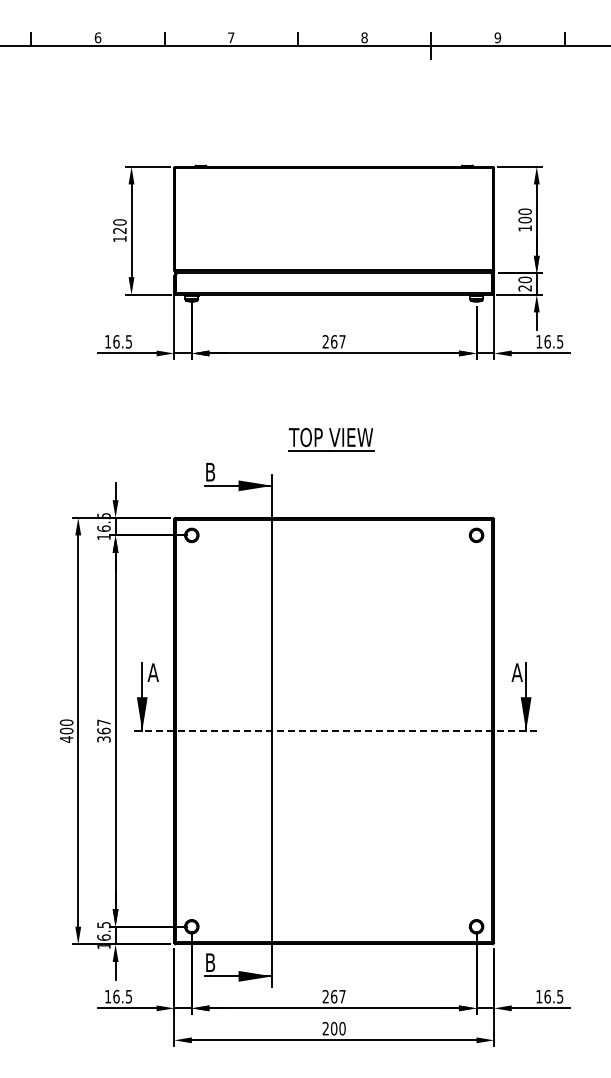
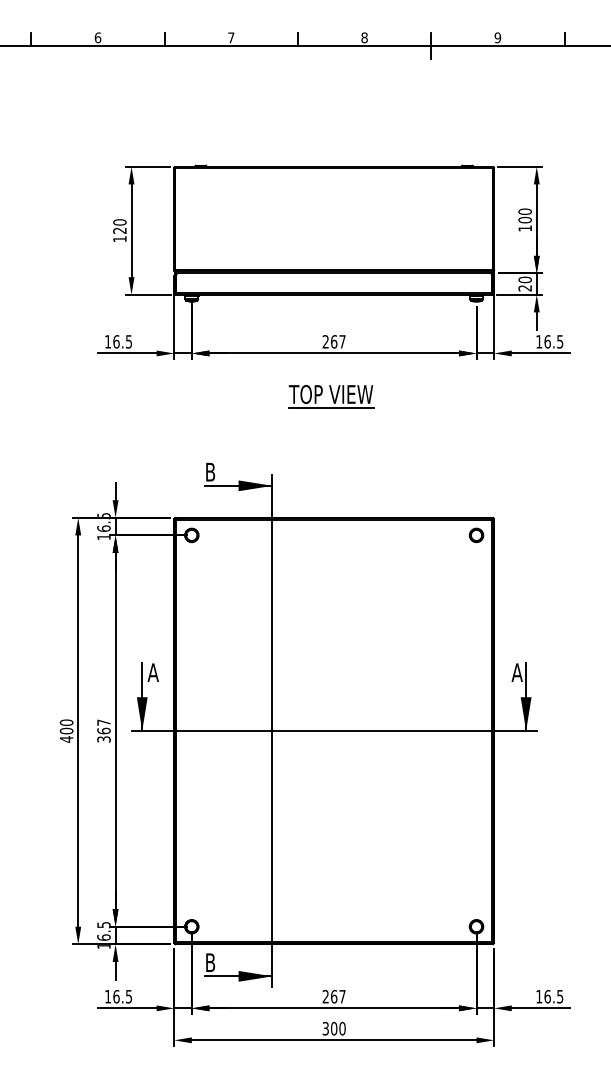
part at (331, 439) position: (331, 439) -> (331, 396)
line at (334, 731): dashed -> solid
text at (325, 1028): 200 -> 300
